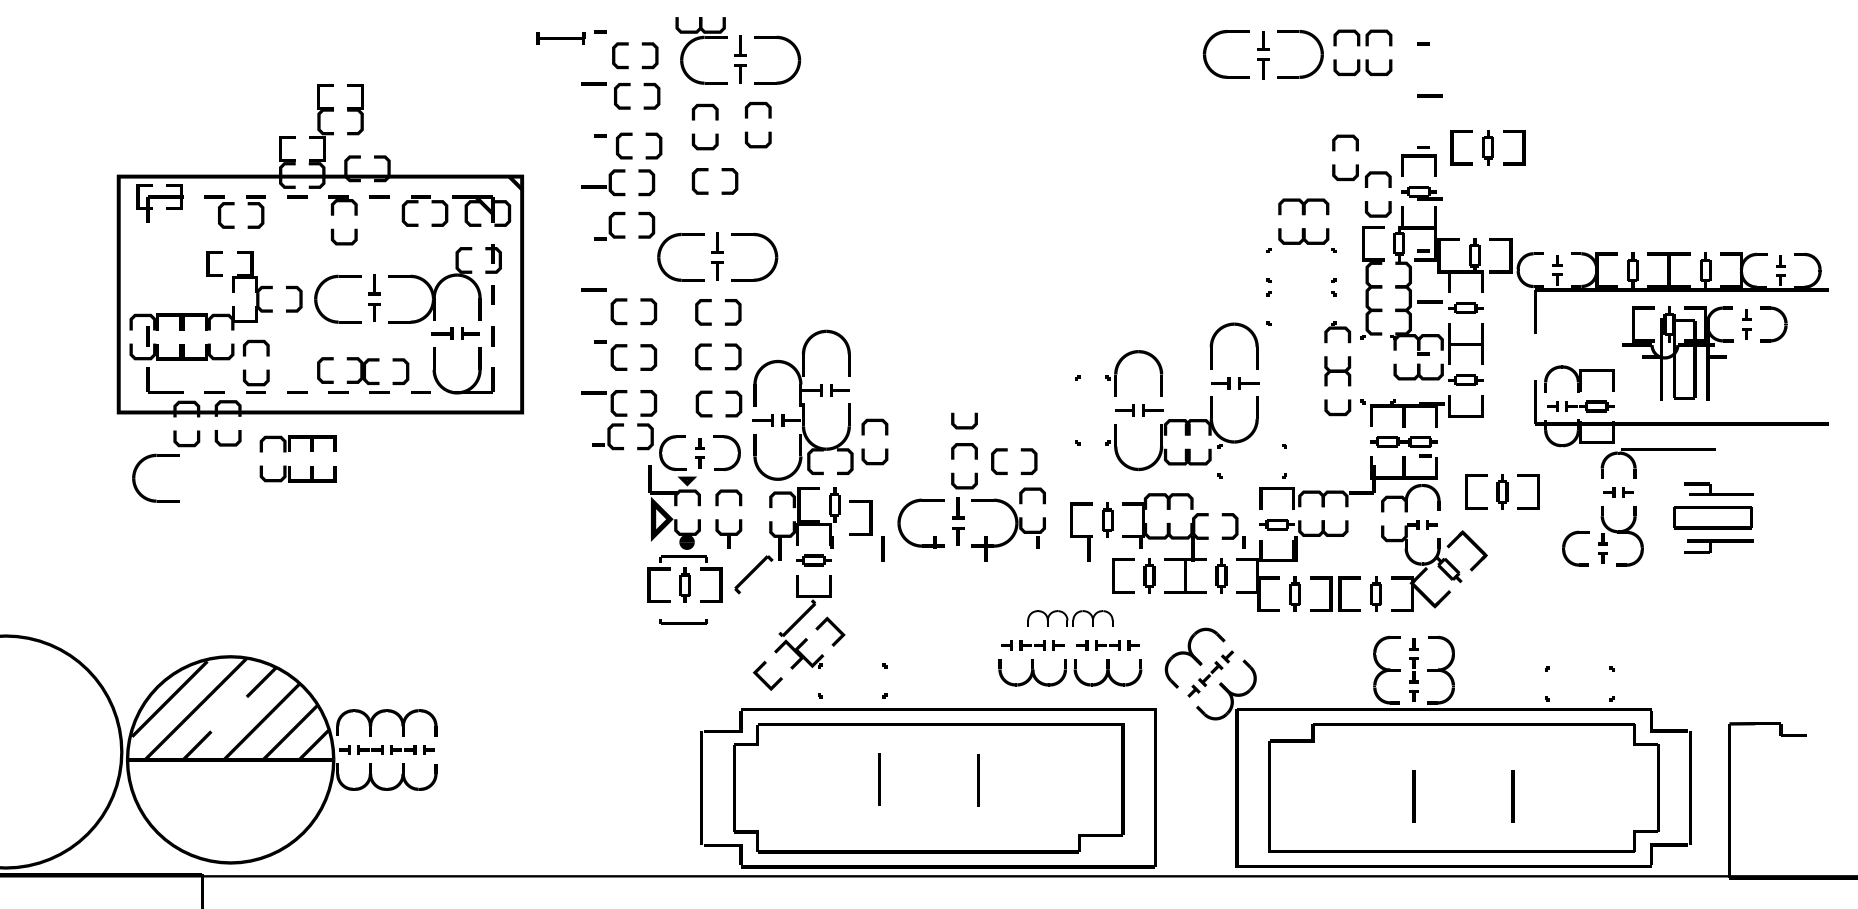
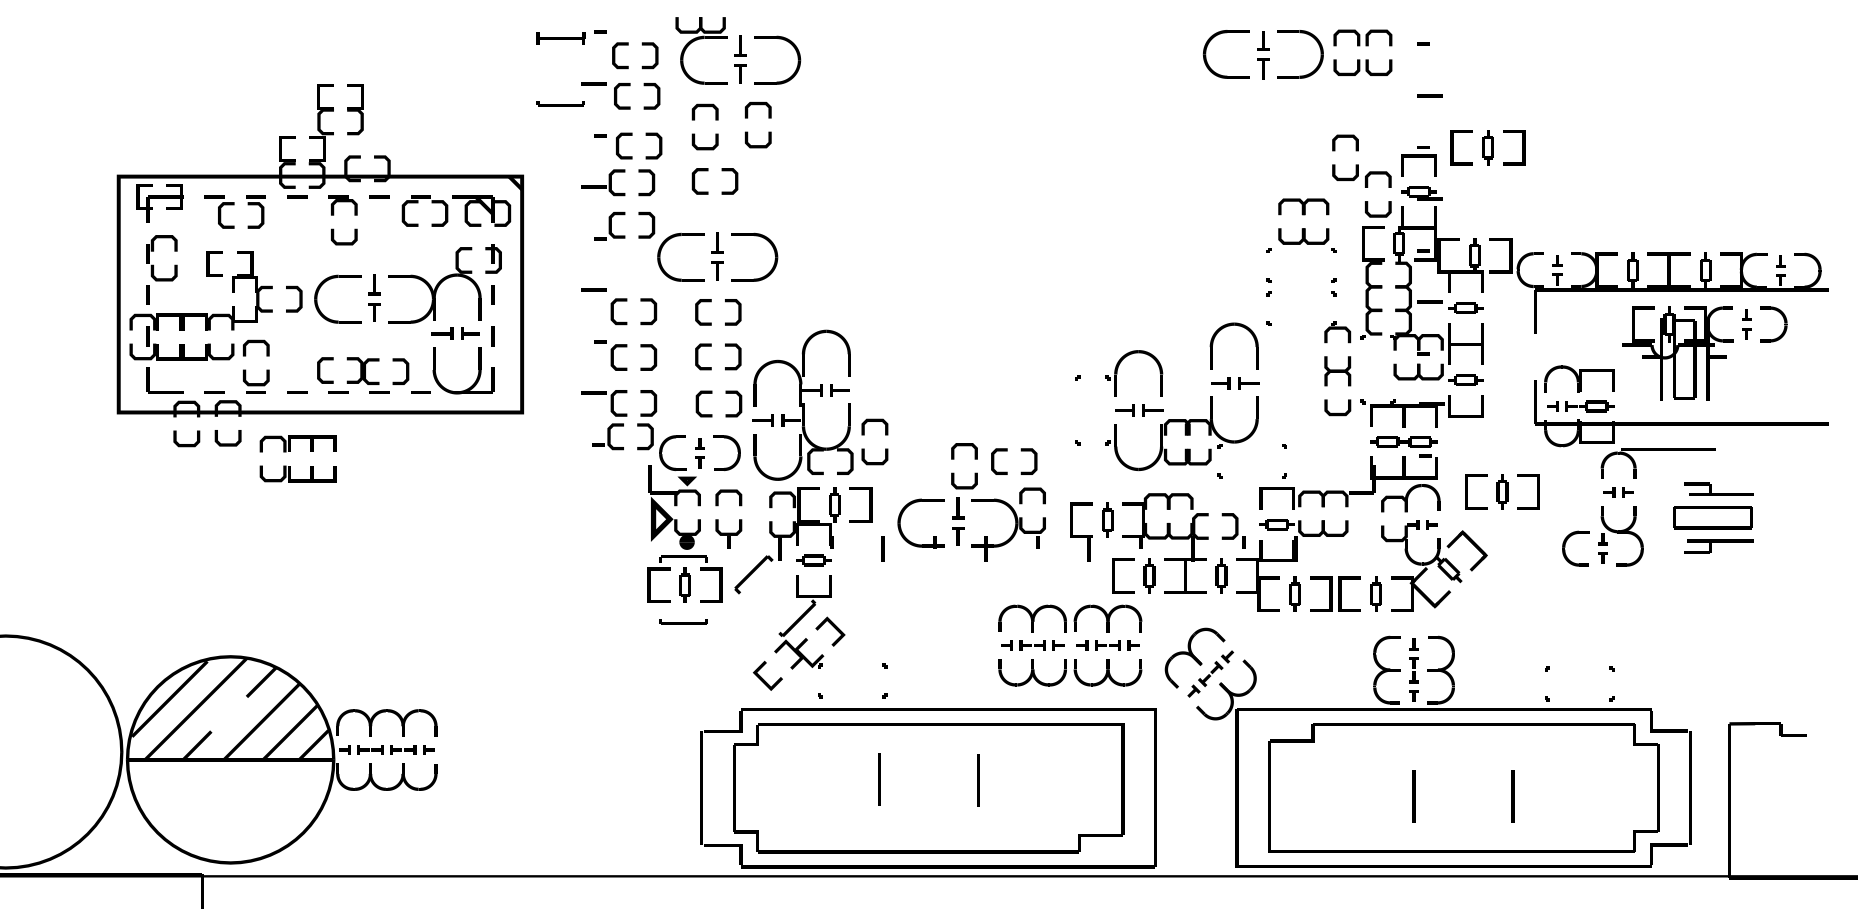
part at (560, 103): none -> present
part at (153, 269): none -> present
curve at (964, 426): present -> none
part at (136, 472): present -> none
part at (869, 517) position: (869, 517) -> (869, 504)
part at (1070, 618) size: 87x17 px -> 145x29 px
